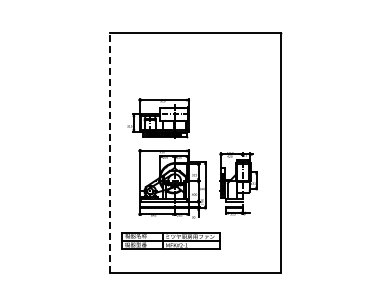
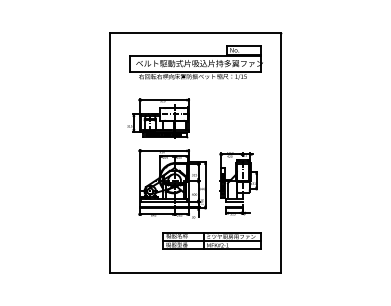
part at (195, 62): none -> present
line at (109, 152): dashed -> solid
part at (170, 240) position: (170, 240) -> (211, 240)
